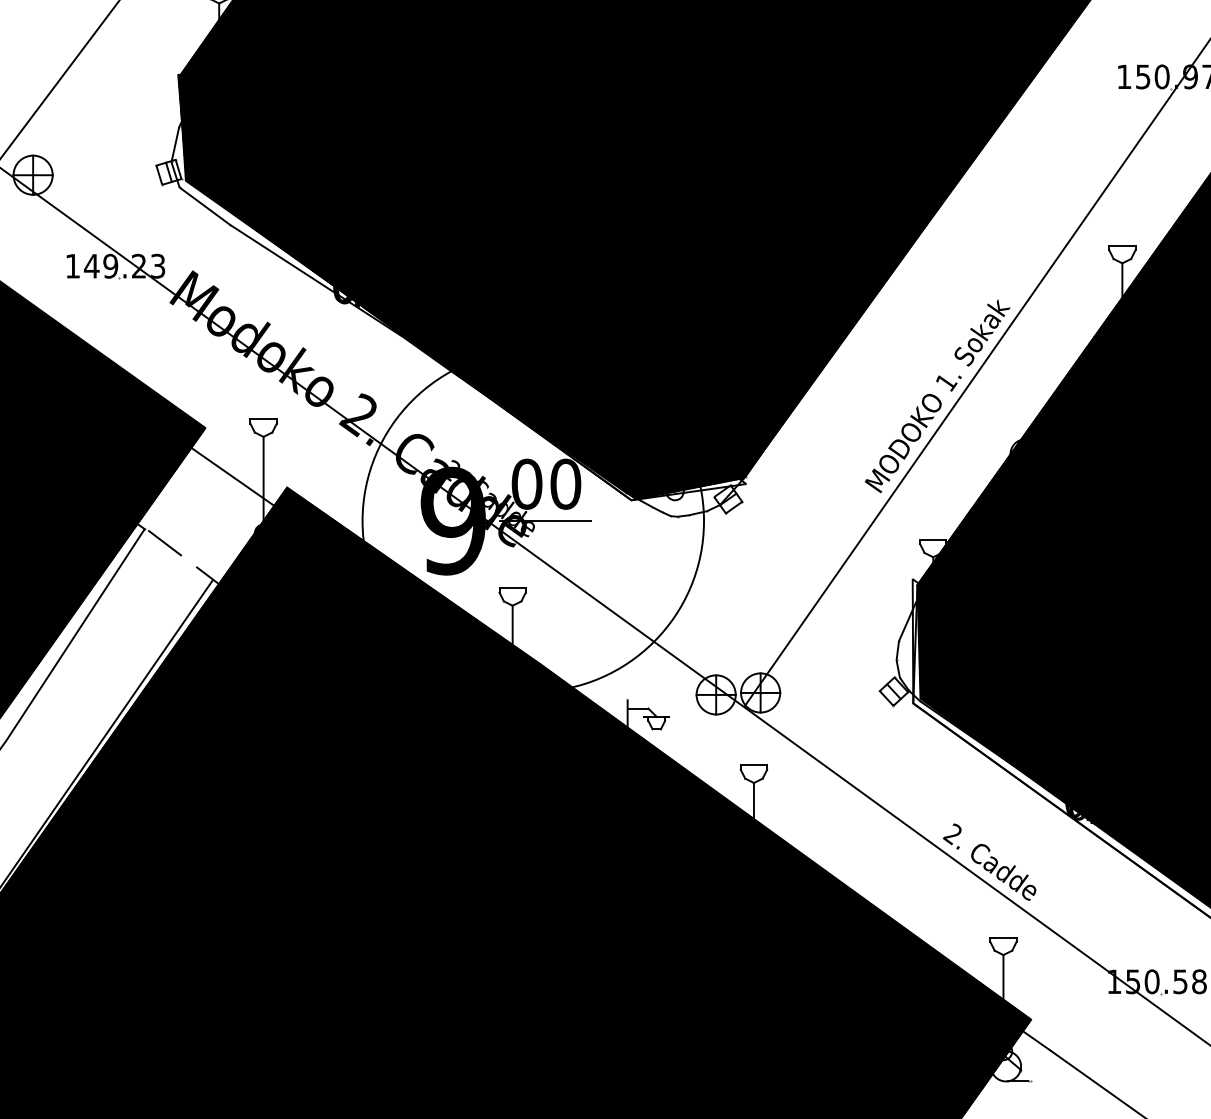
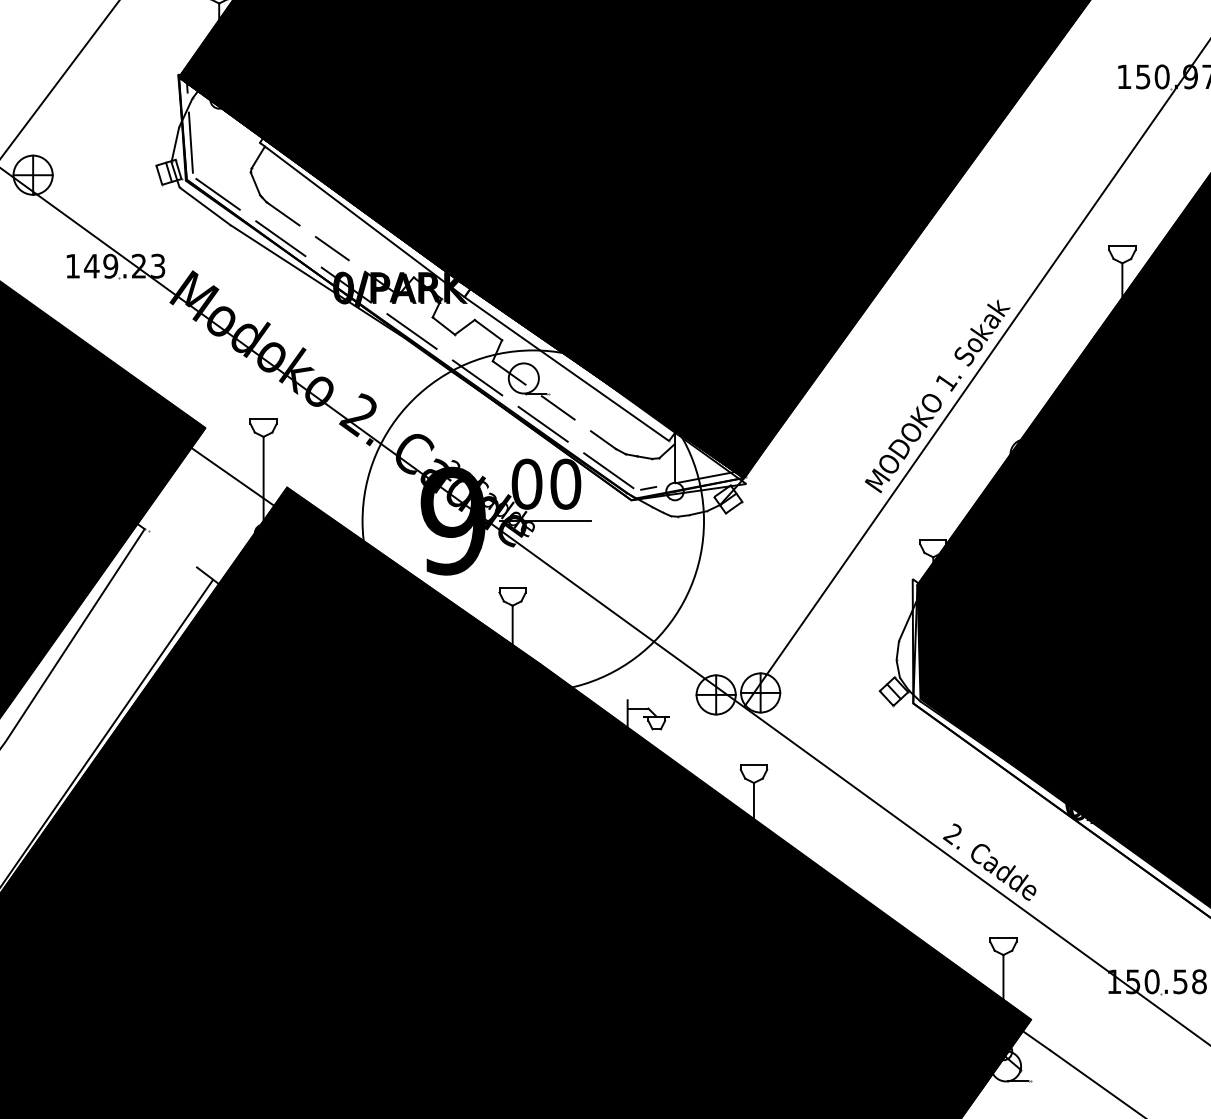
fill at (461, 287): present -> none
line at (165, 543): present -> none
